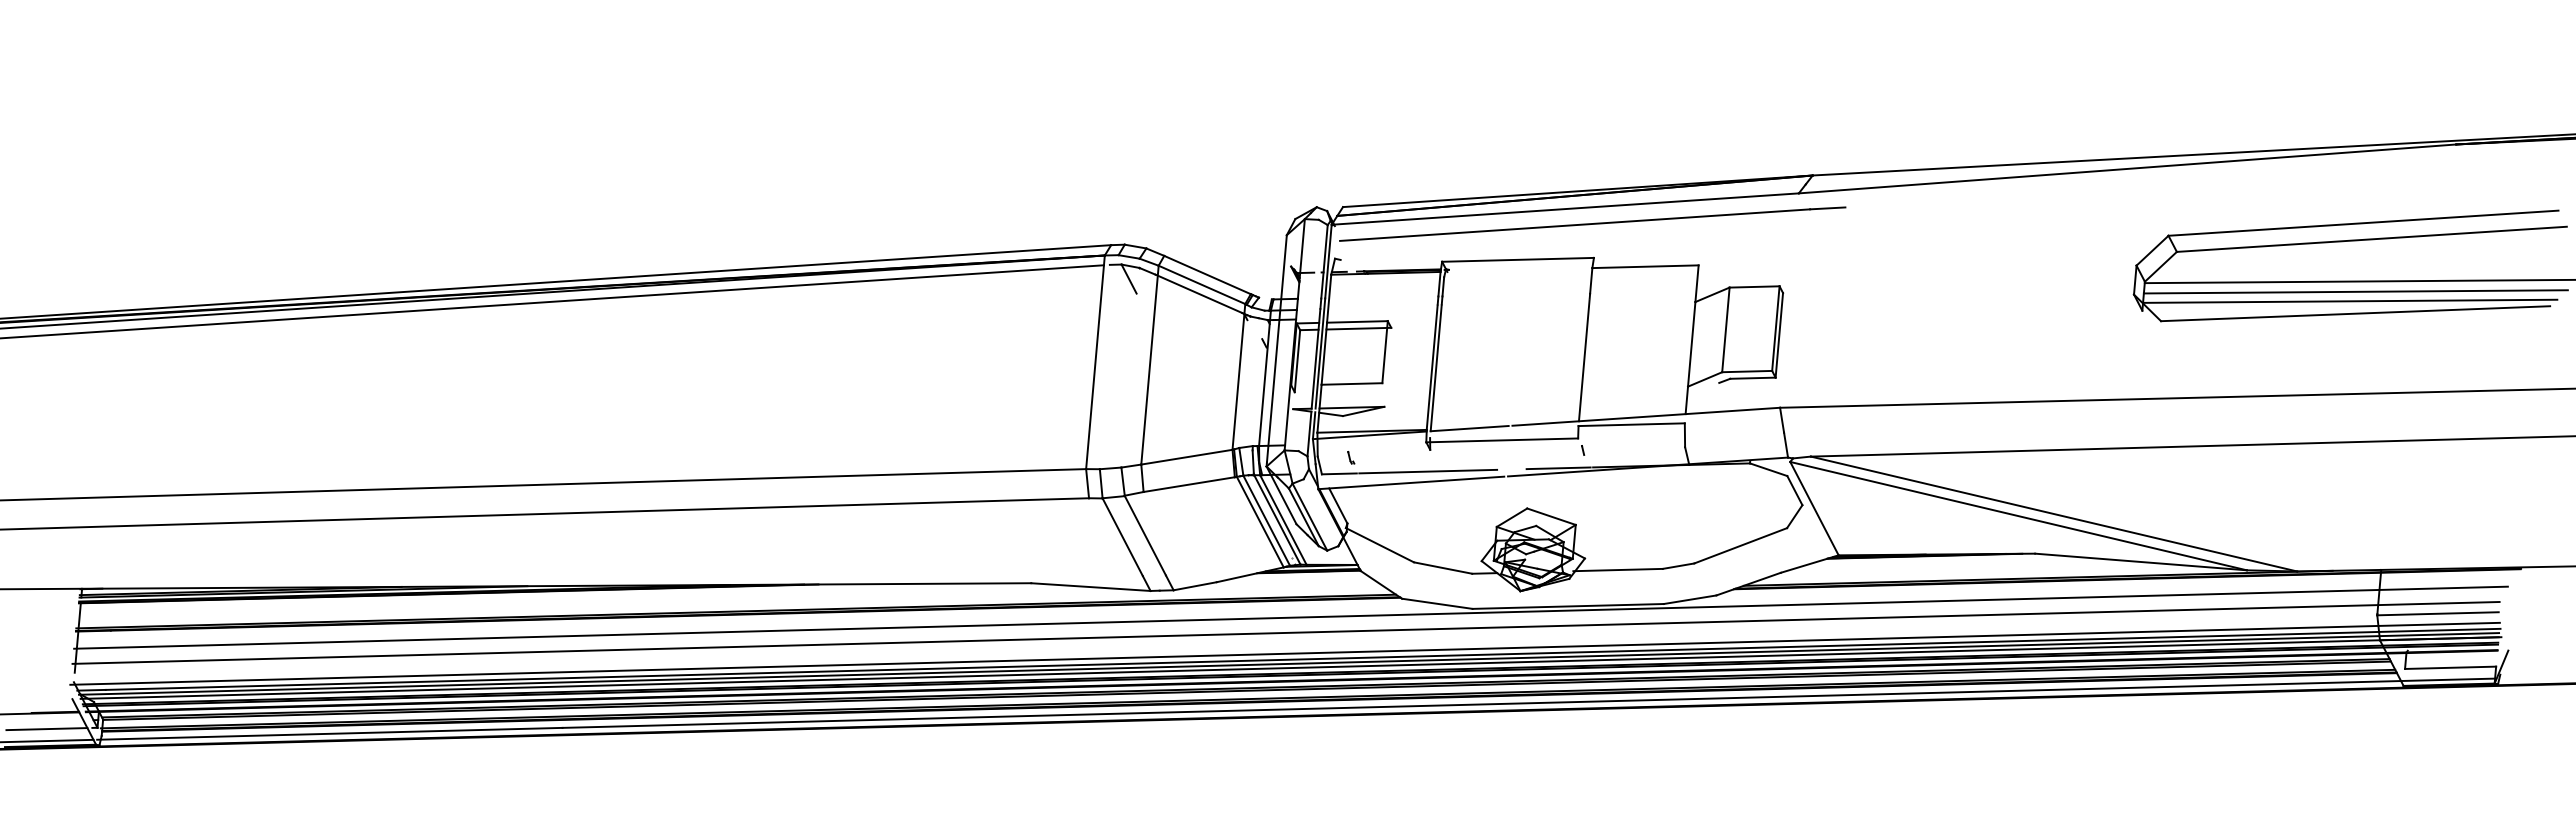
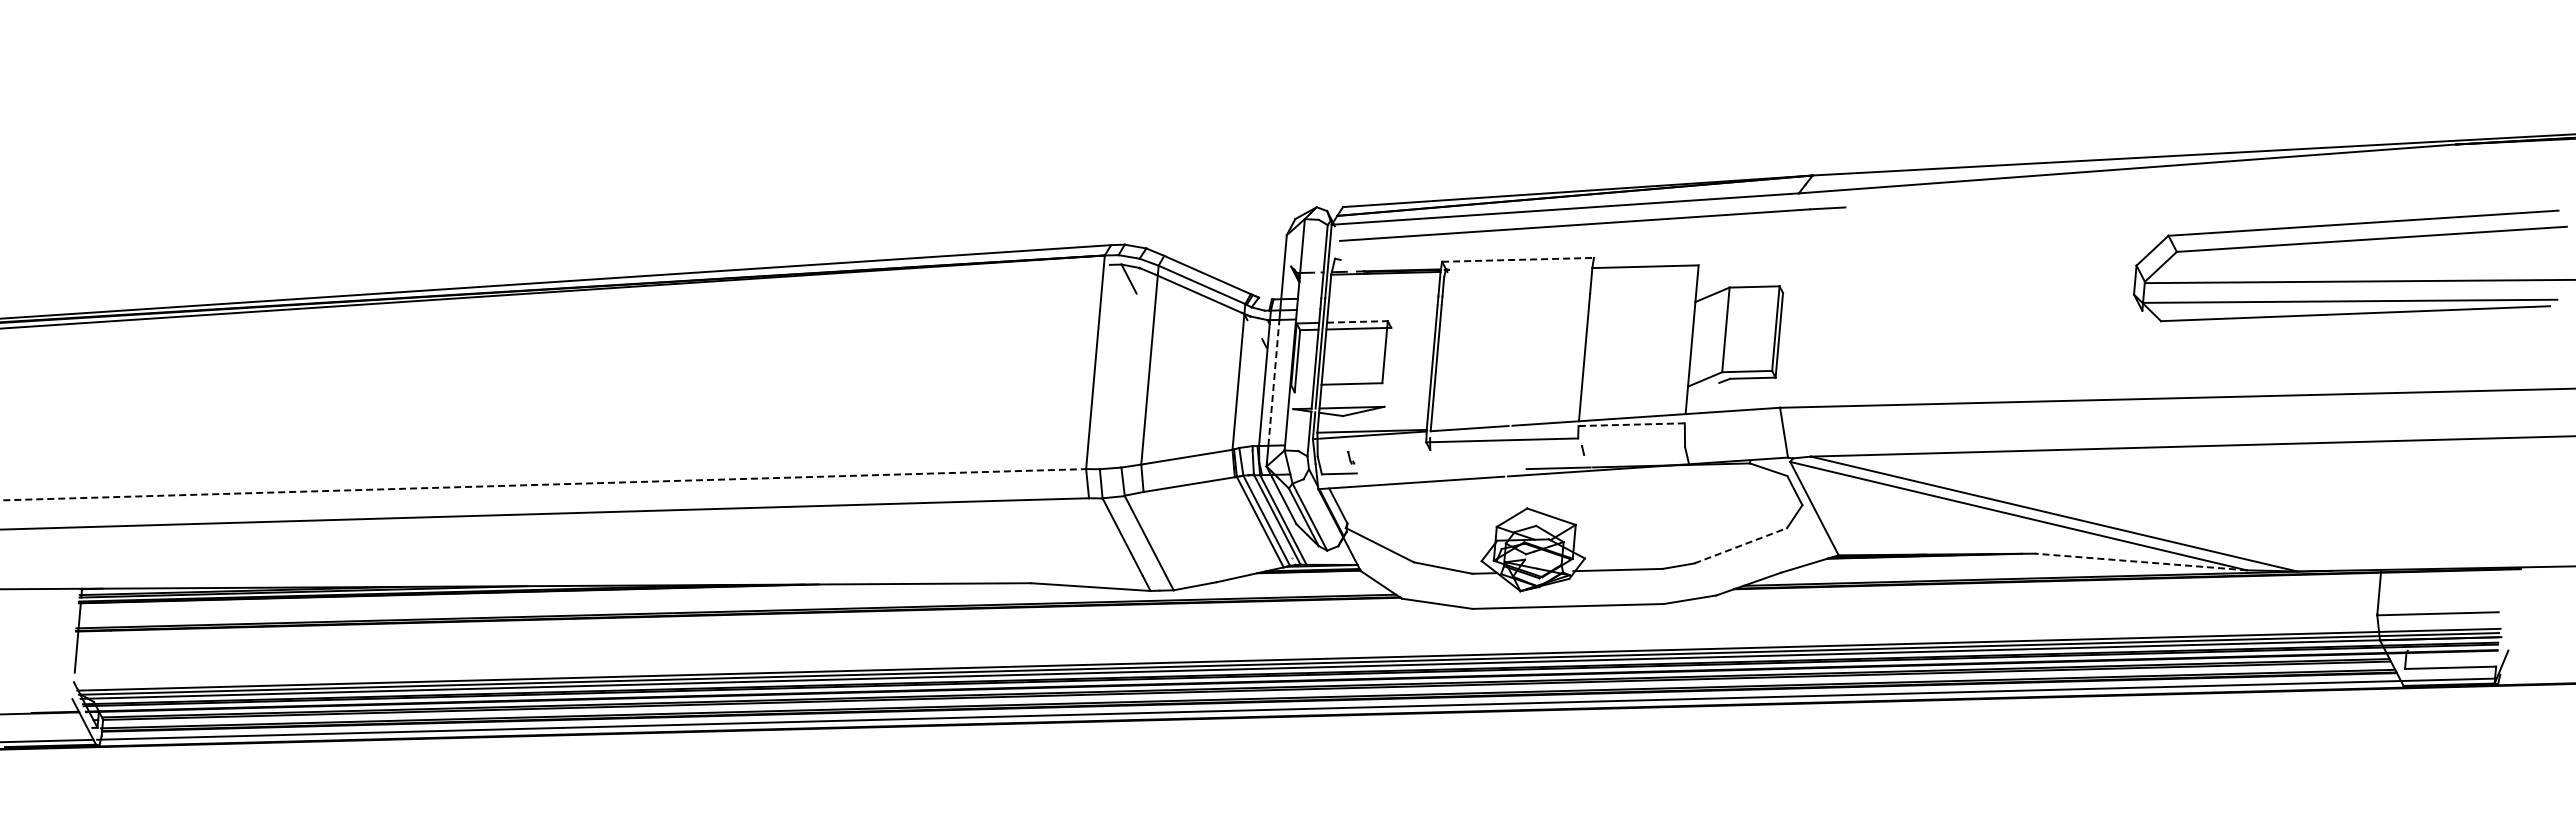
line at (1518, 259): solid -> dashed
line at (2355, 291): present -> none
line at (552, 301): present -> none
line at (1357, 321): solid -> dashed
line at (1273, 382): solid -> dashed
line at (1631, 424): solid -> dashed
line at (1428, 471): present -> none
line at (543, 484): solid -> dashed
line at (1740, 545): solid -> dashed
line at (2140, 561): solid -> dashed
line at (1290, 617): present -> none
line at (1285, 632): present -> none
line at (1284, 653): present -> none
line at (46, 729): present -> none
